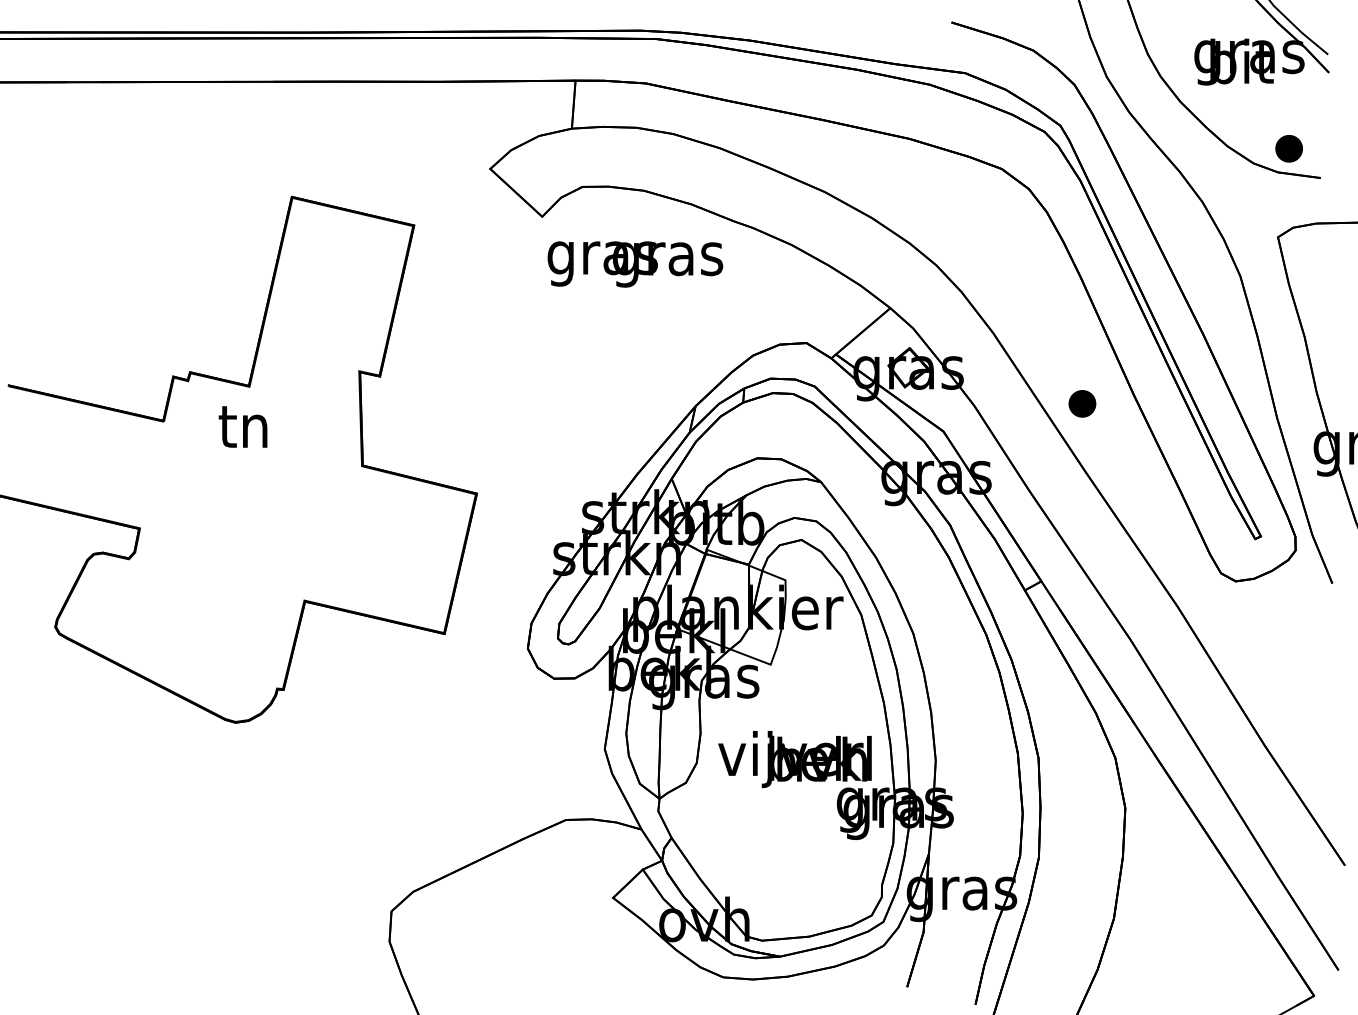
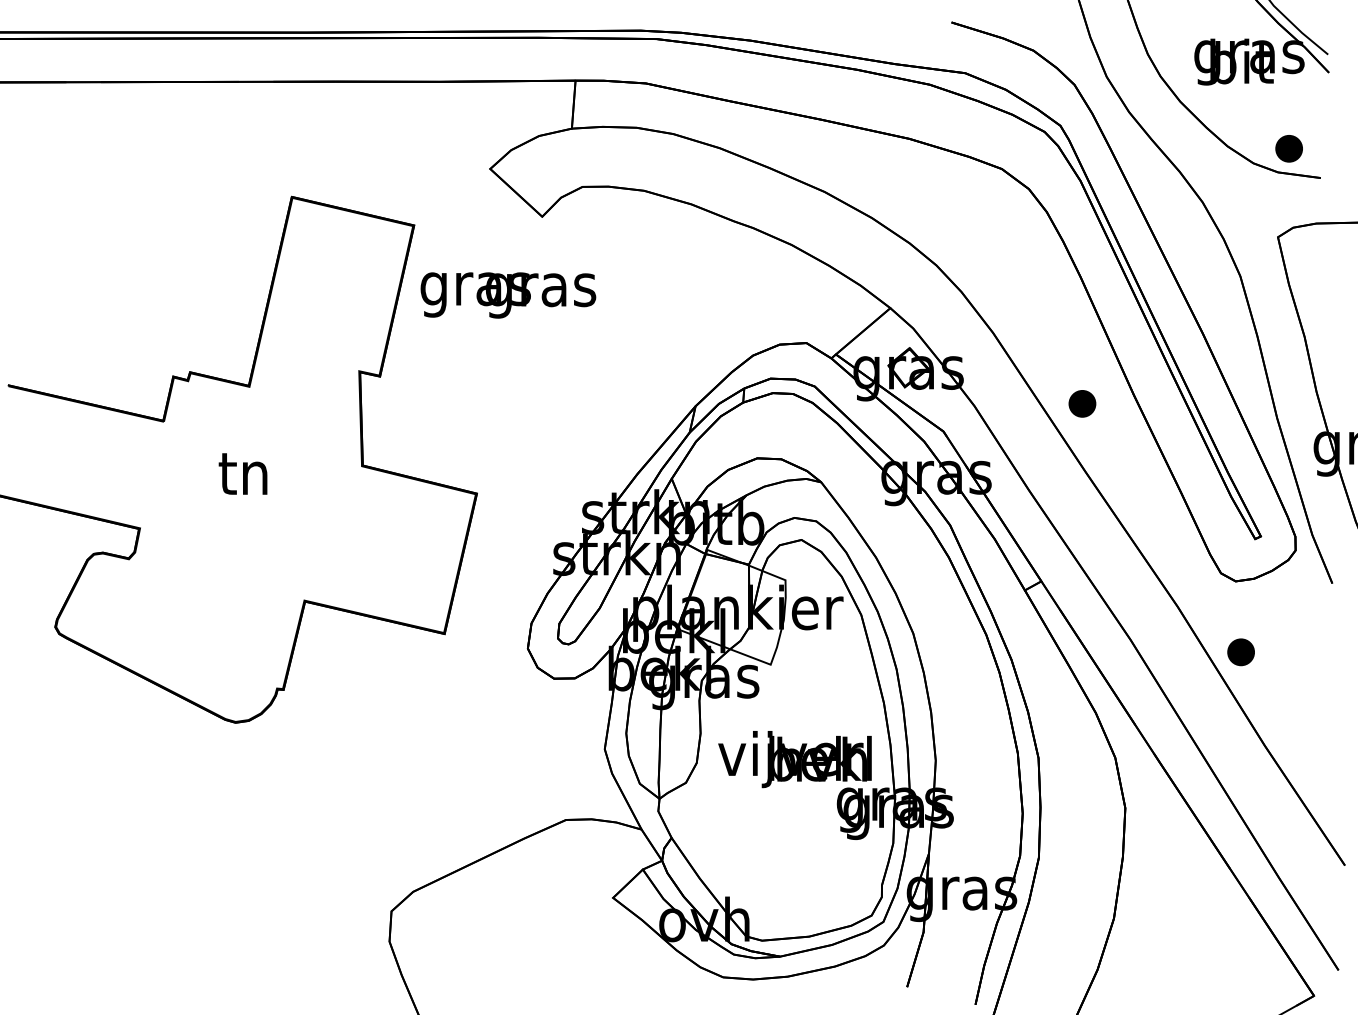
text at (635, 264) position: (635, 264) -> (508, 295)
text at (242, 426) position: (242, 426) -> (242, 473)
part at (1240, 652): none -> present
